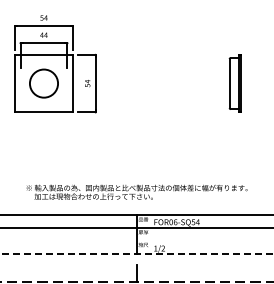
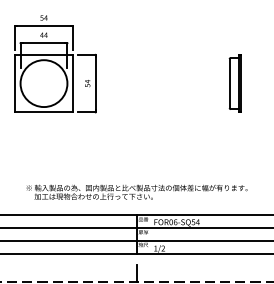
circle at (43, 83) diameter: 28 px -> 47 px
line at (136, 240): none -> present
line at (137, 253): dashed -> solid
